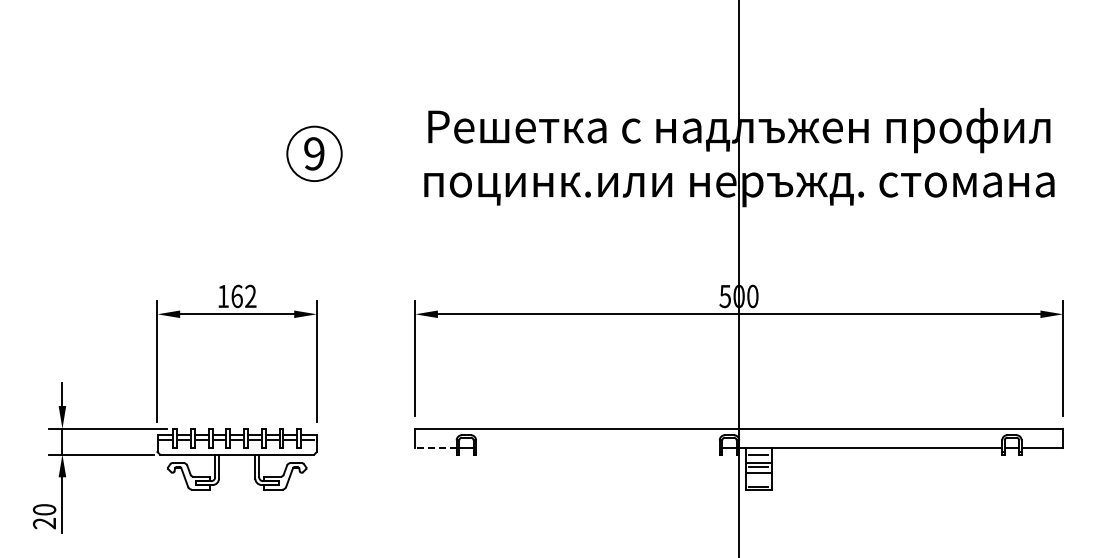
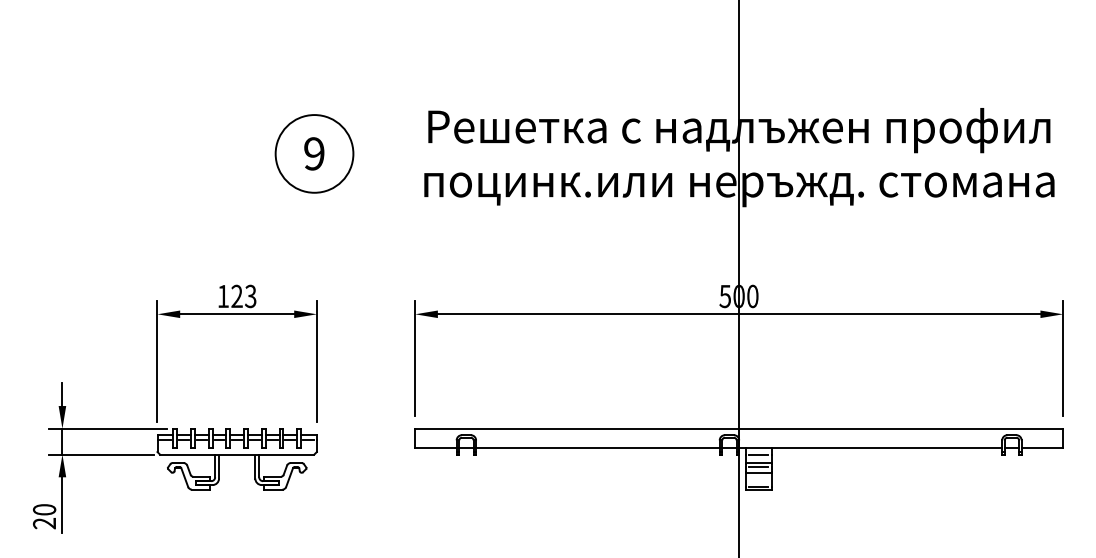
circle at (314, 153) diameter: 54 px -> 78 px
text at (243, 296): 162 -> 123
line at (435, 448): dashed -> solid
line at (597, 448): none -> present
